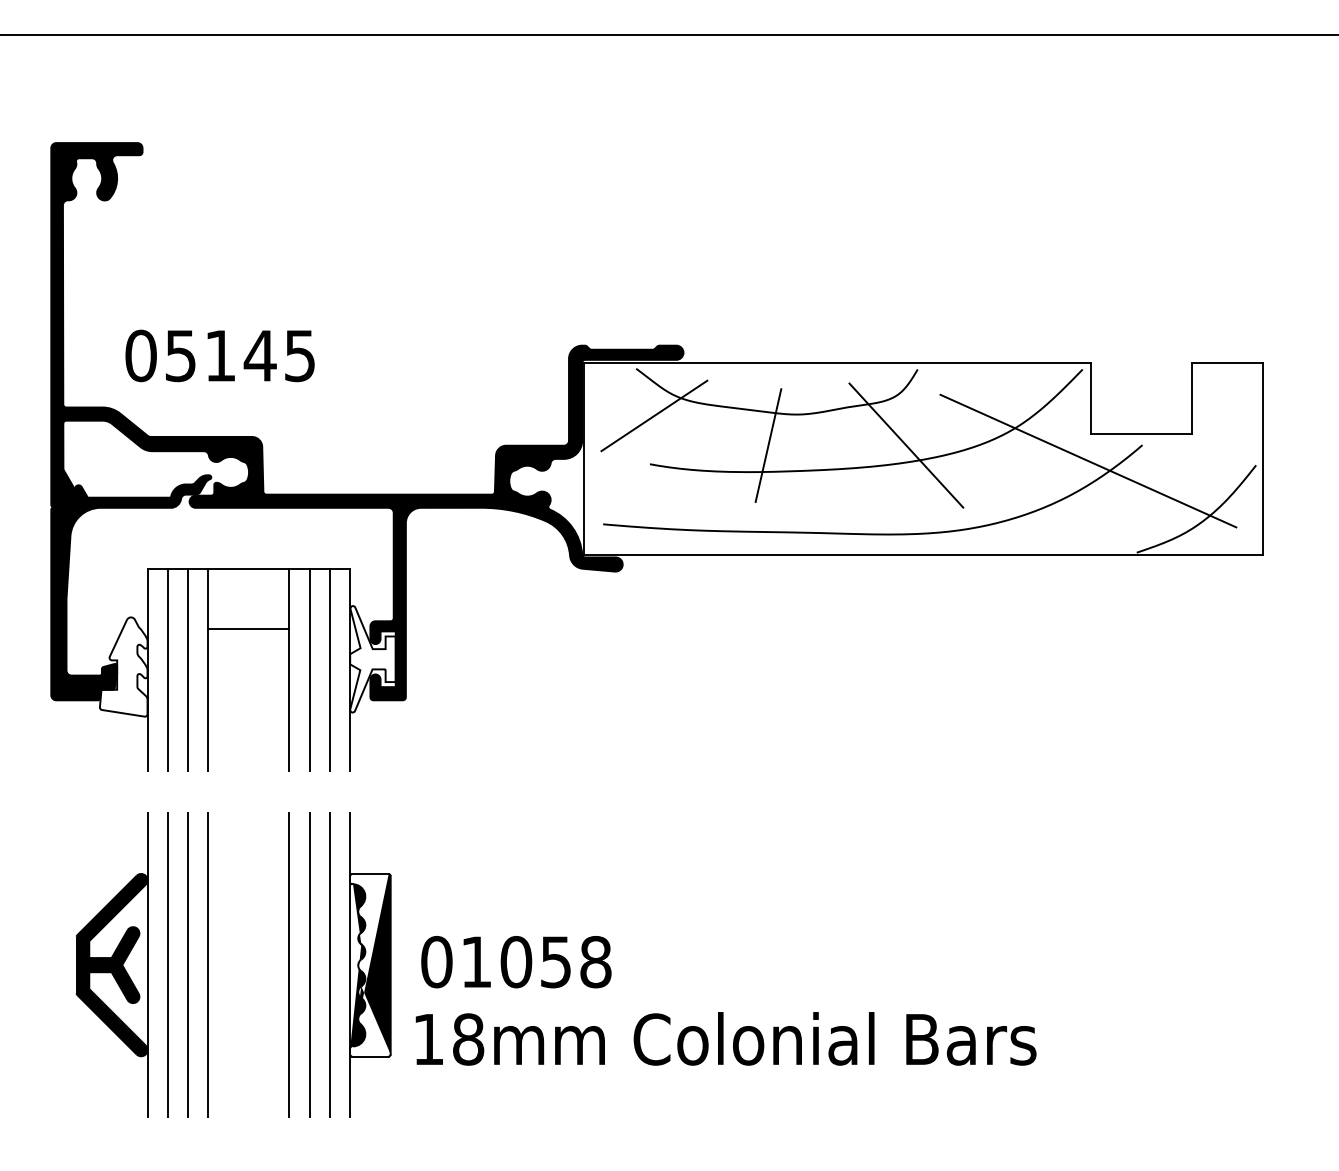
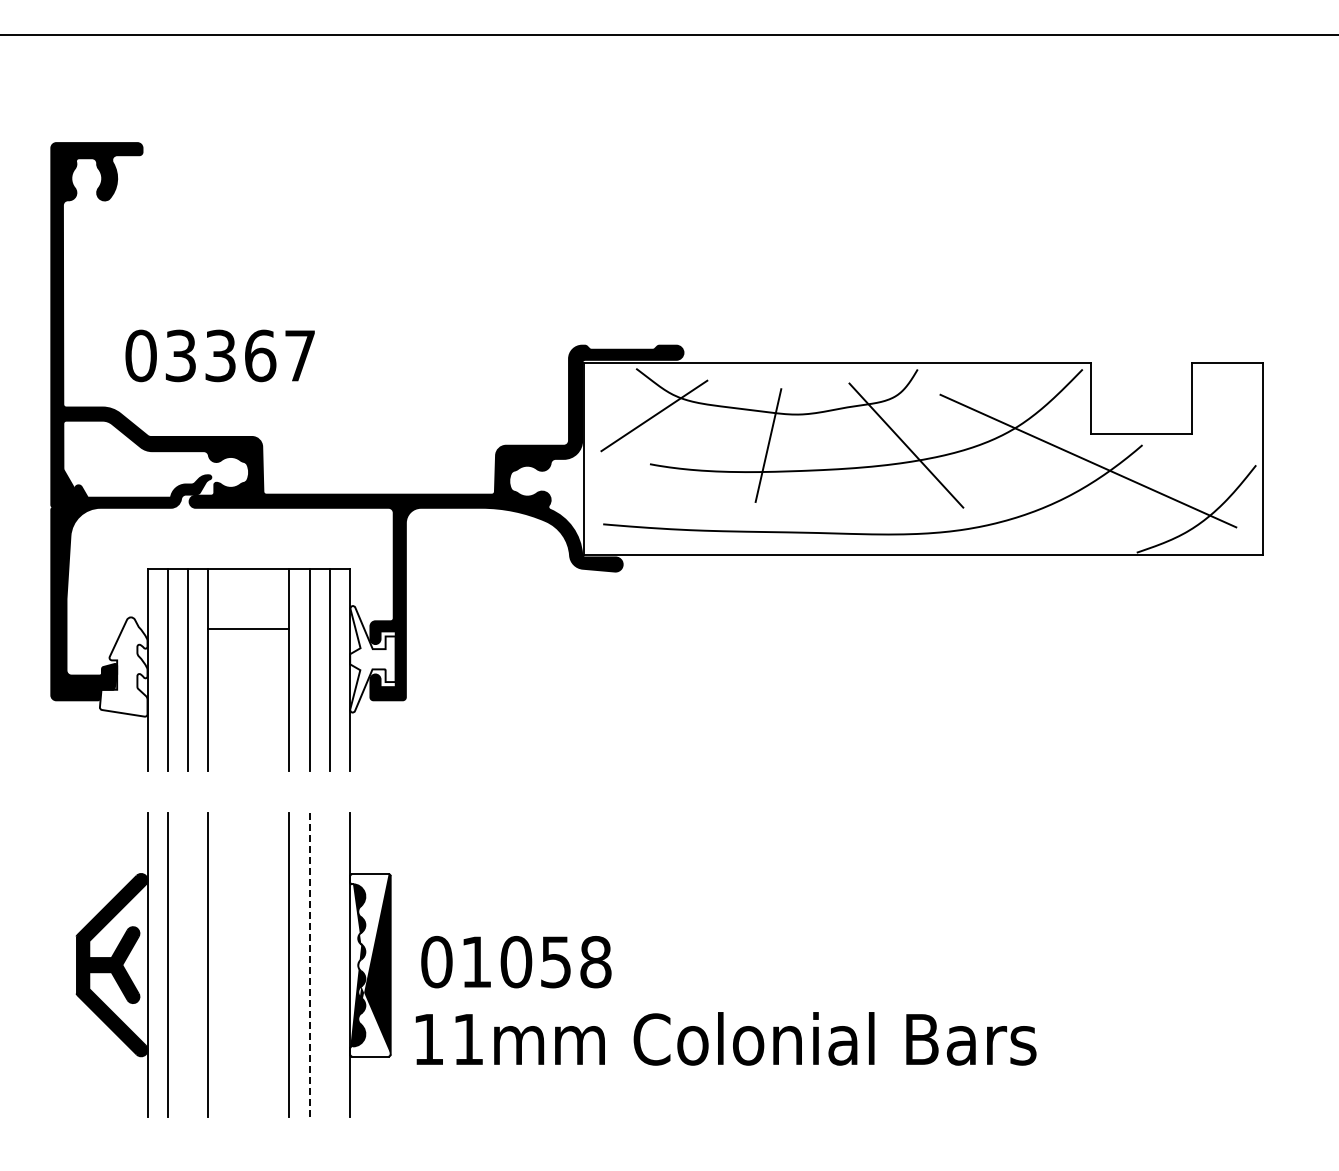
text at (240, 355): 05145 -> 03367
line at (188, 965): present -> none
line at (309, 965): solid -> dashed
line at (329, 965): present -> none
text at (468, 1039): 18mm -> 11mm
